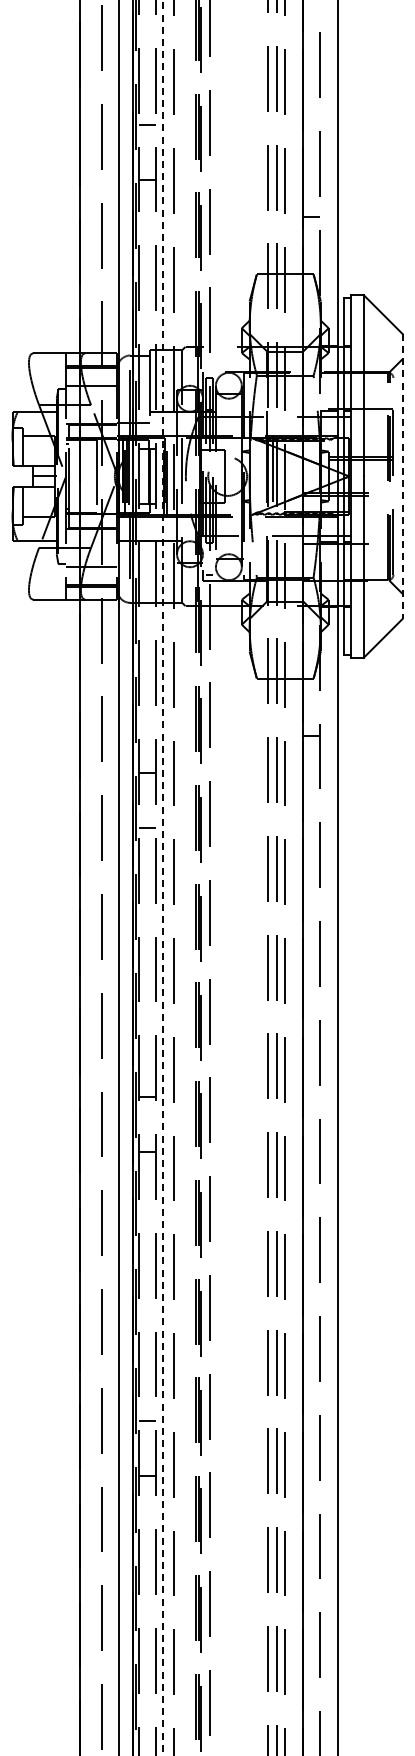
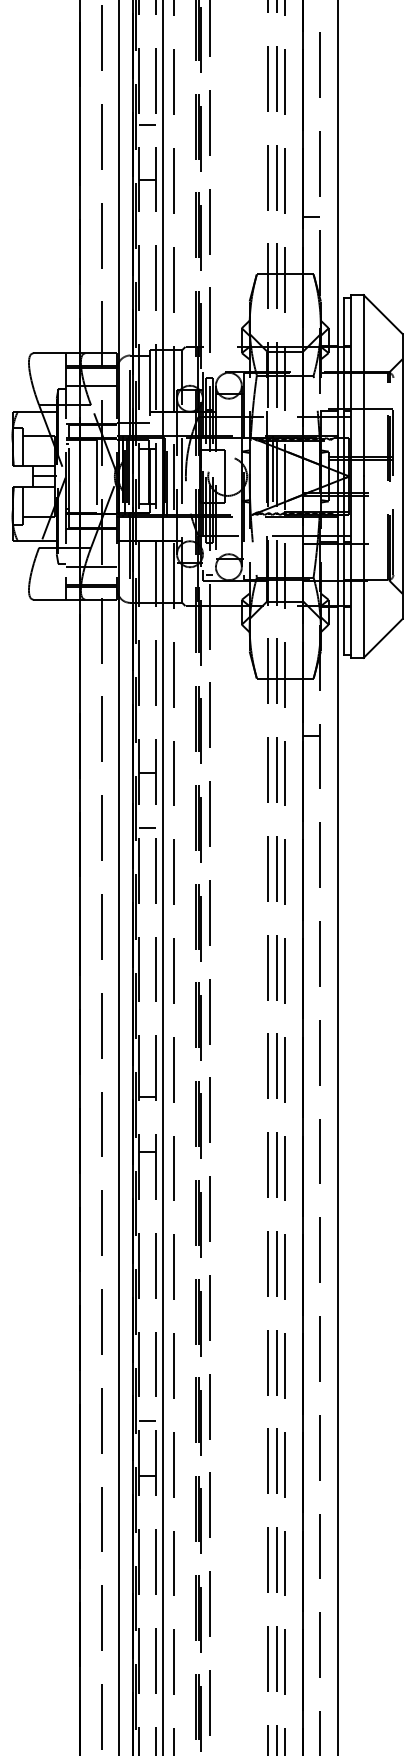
line at (402, 476): dashed -> solid
line at (162, 877): dashed -> solid
